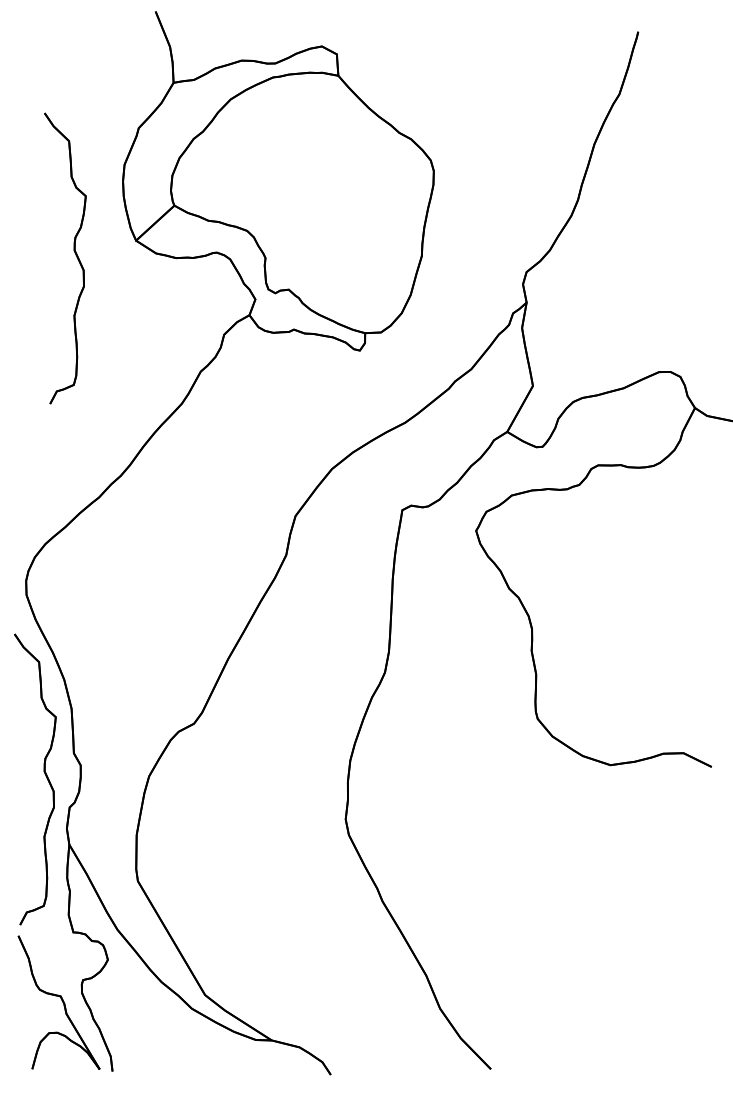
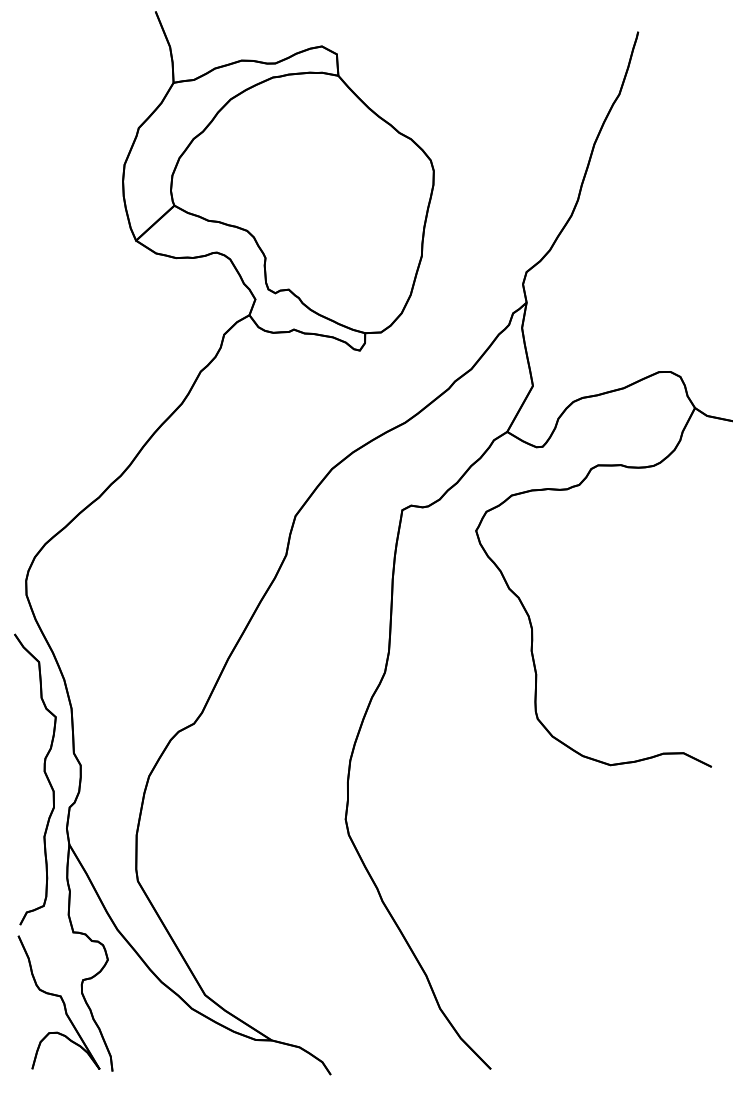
part at (74, 253): present -> none
